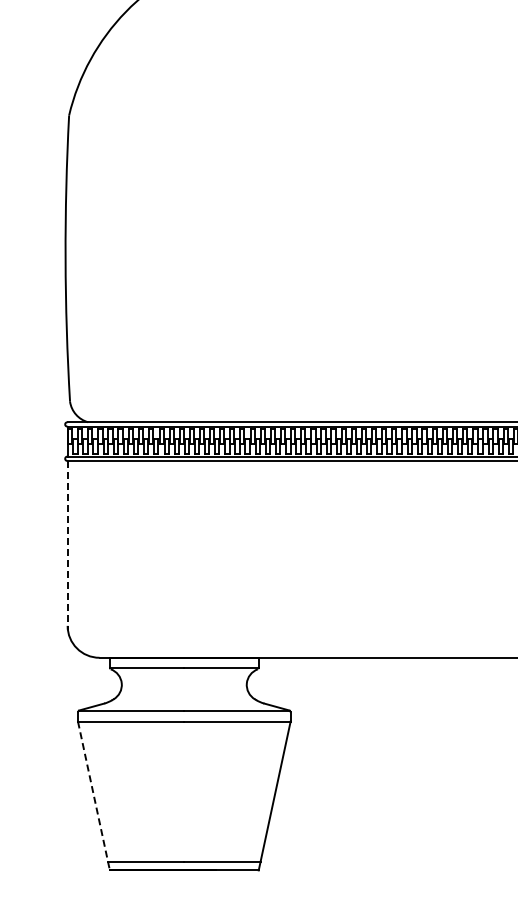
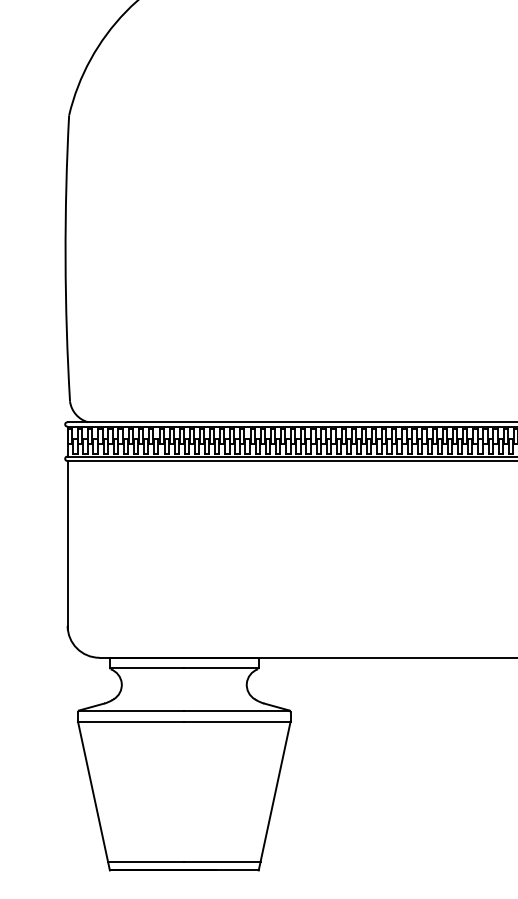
line at (67, 545): dashed -> solid
line at (94, 796): dashed -> solid
